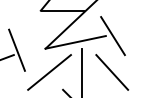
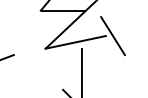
line at (16, 49): present -> none
line at (49, 72): present -> none
line at (112, 72): present -> none
